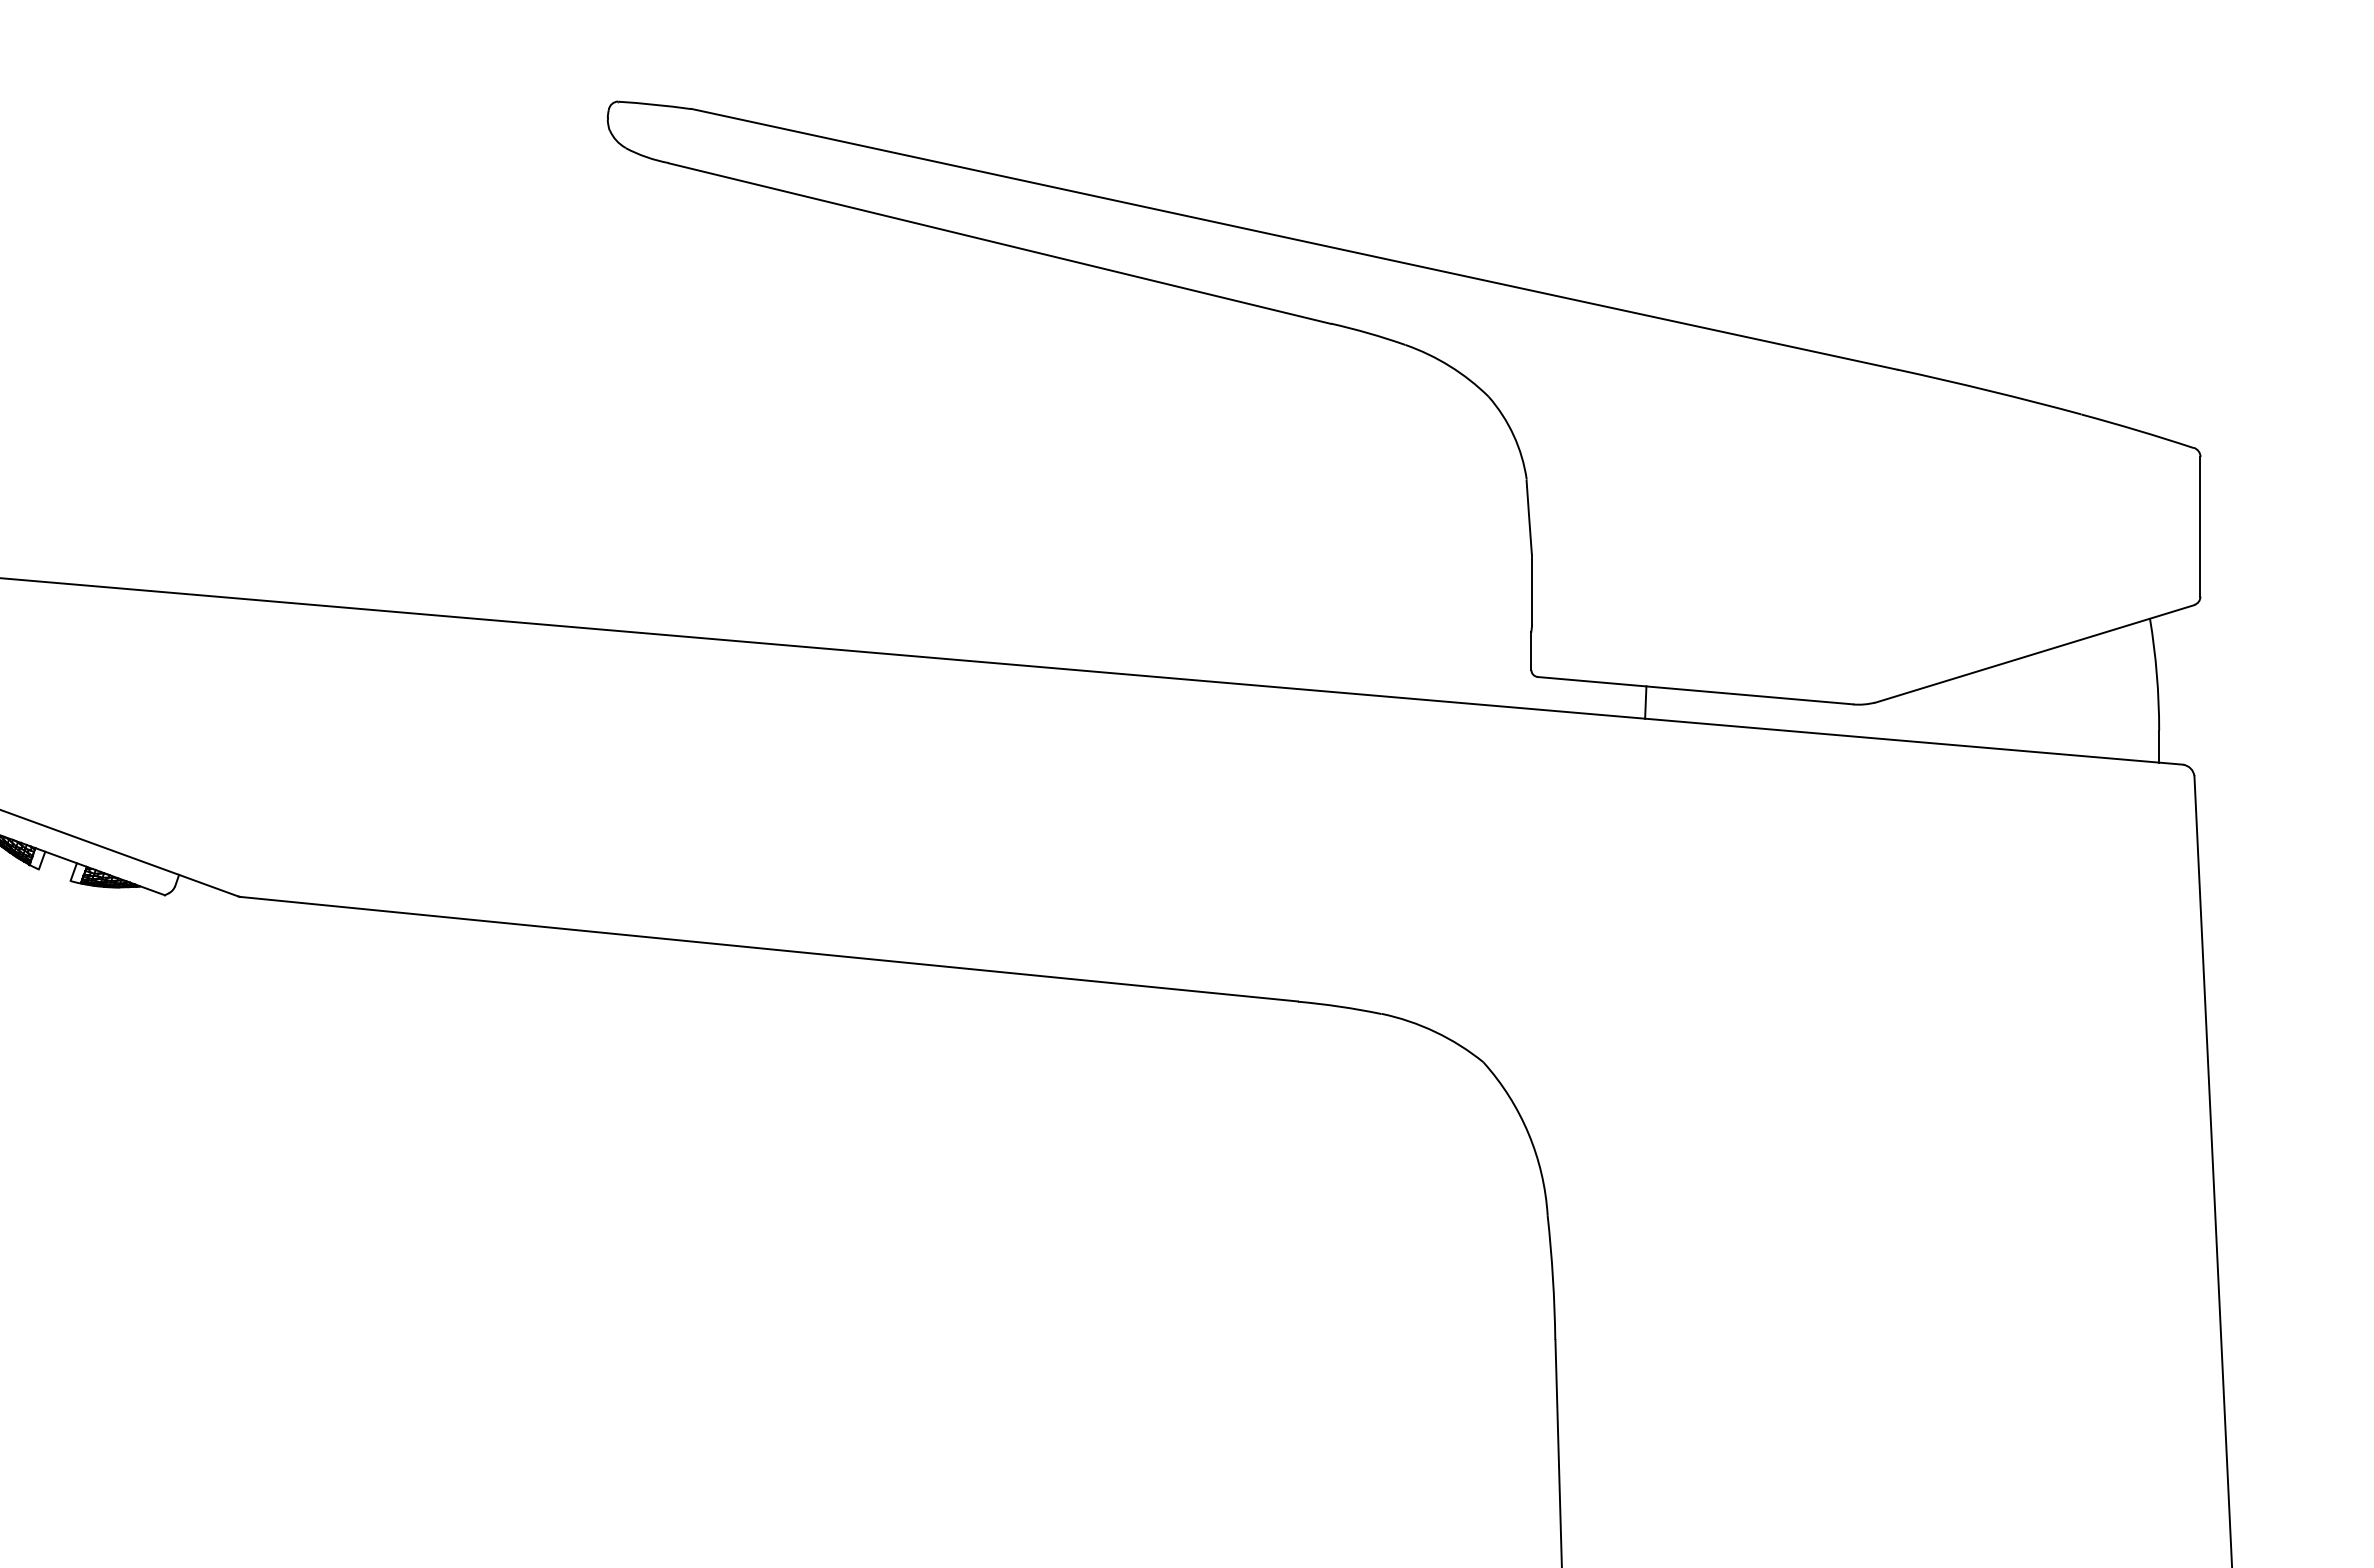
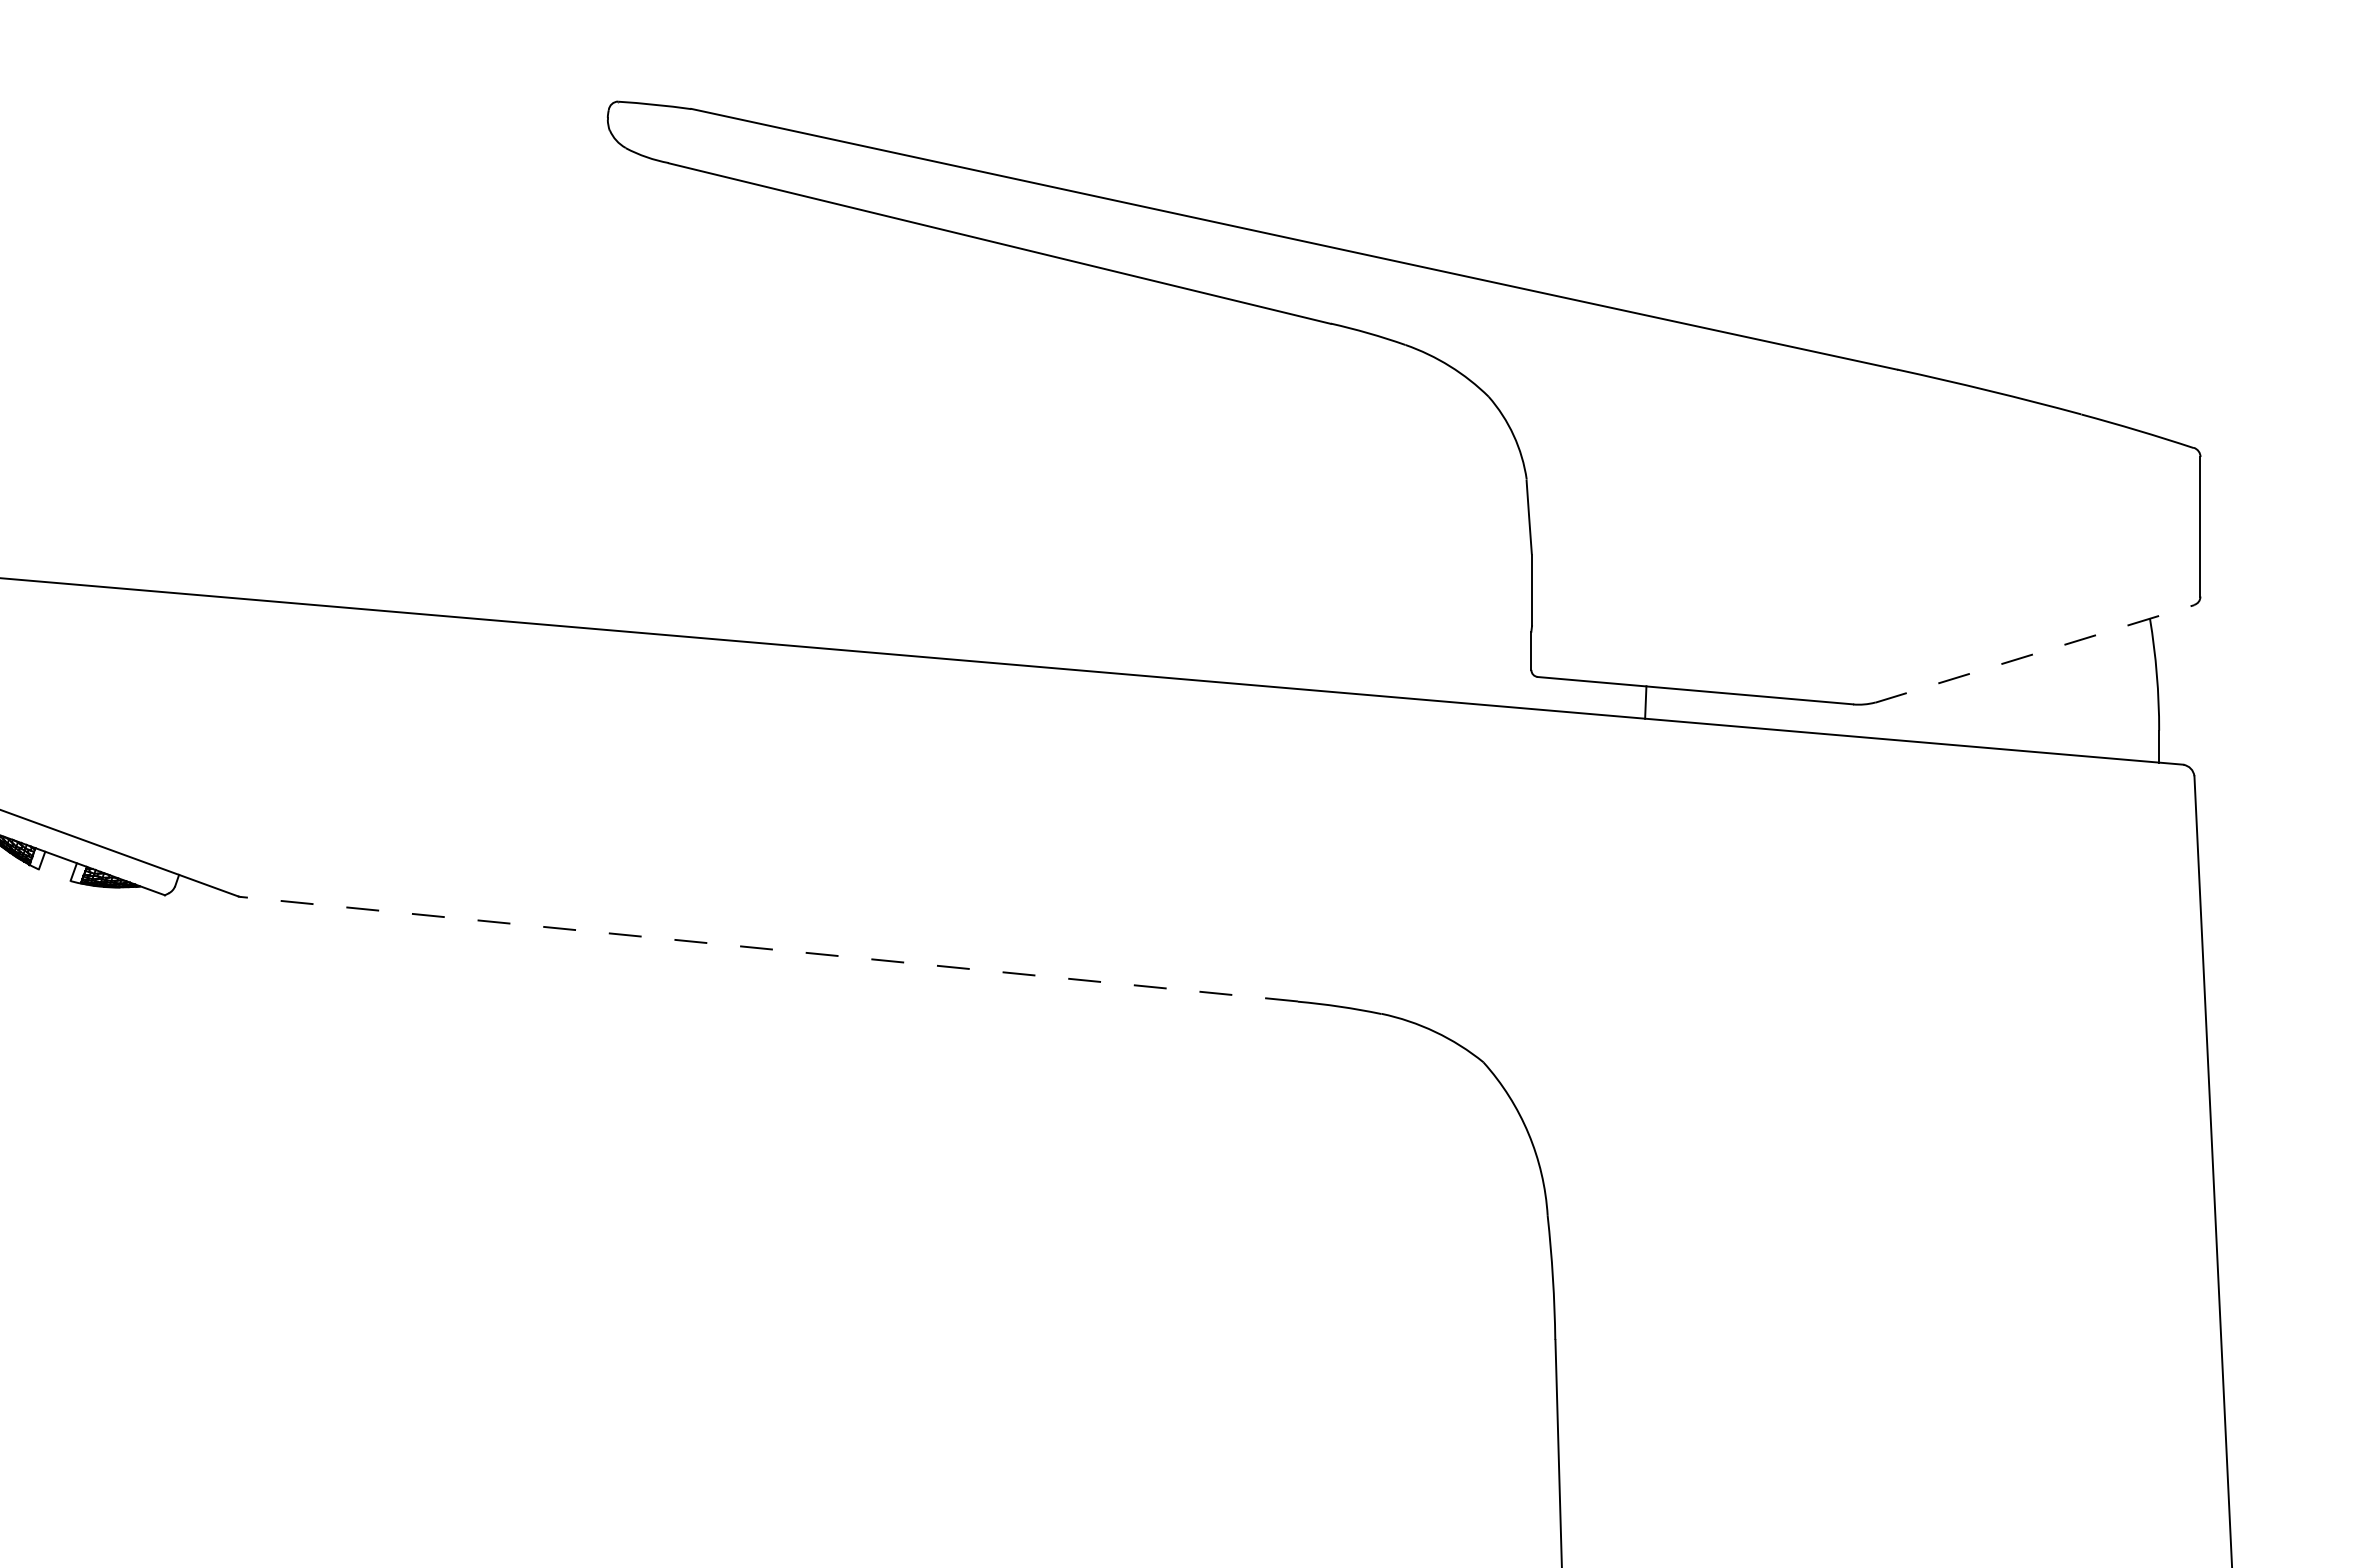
line at (2034, 653): solid -> dashed
line at (768, 949): solid -> dashed
